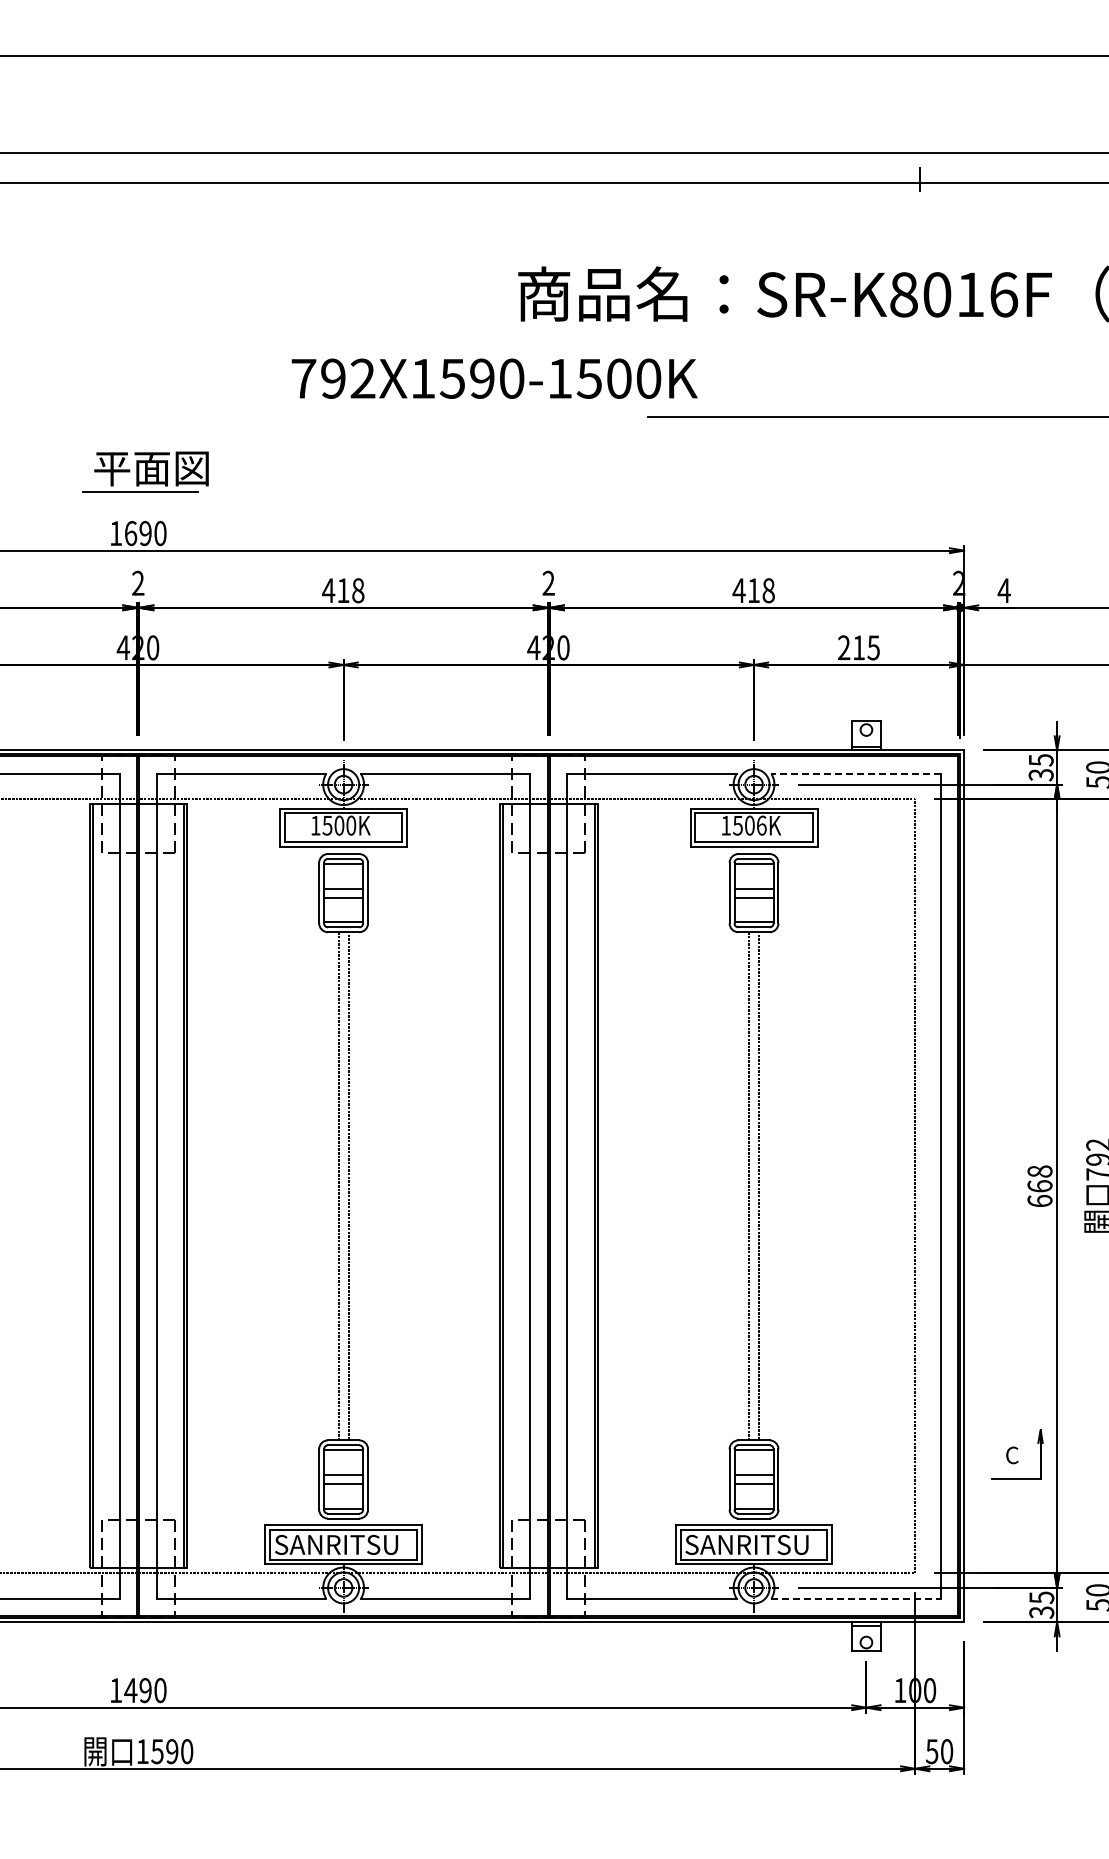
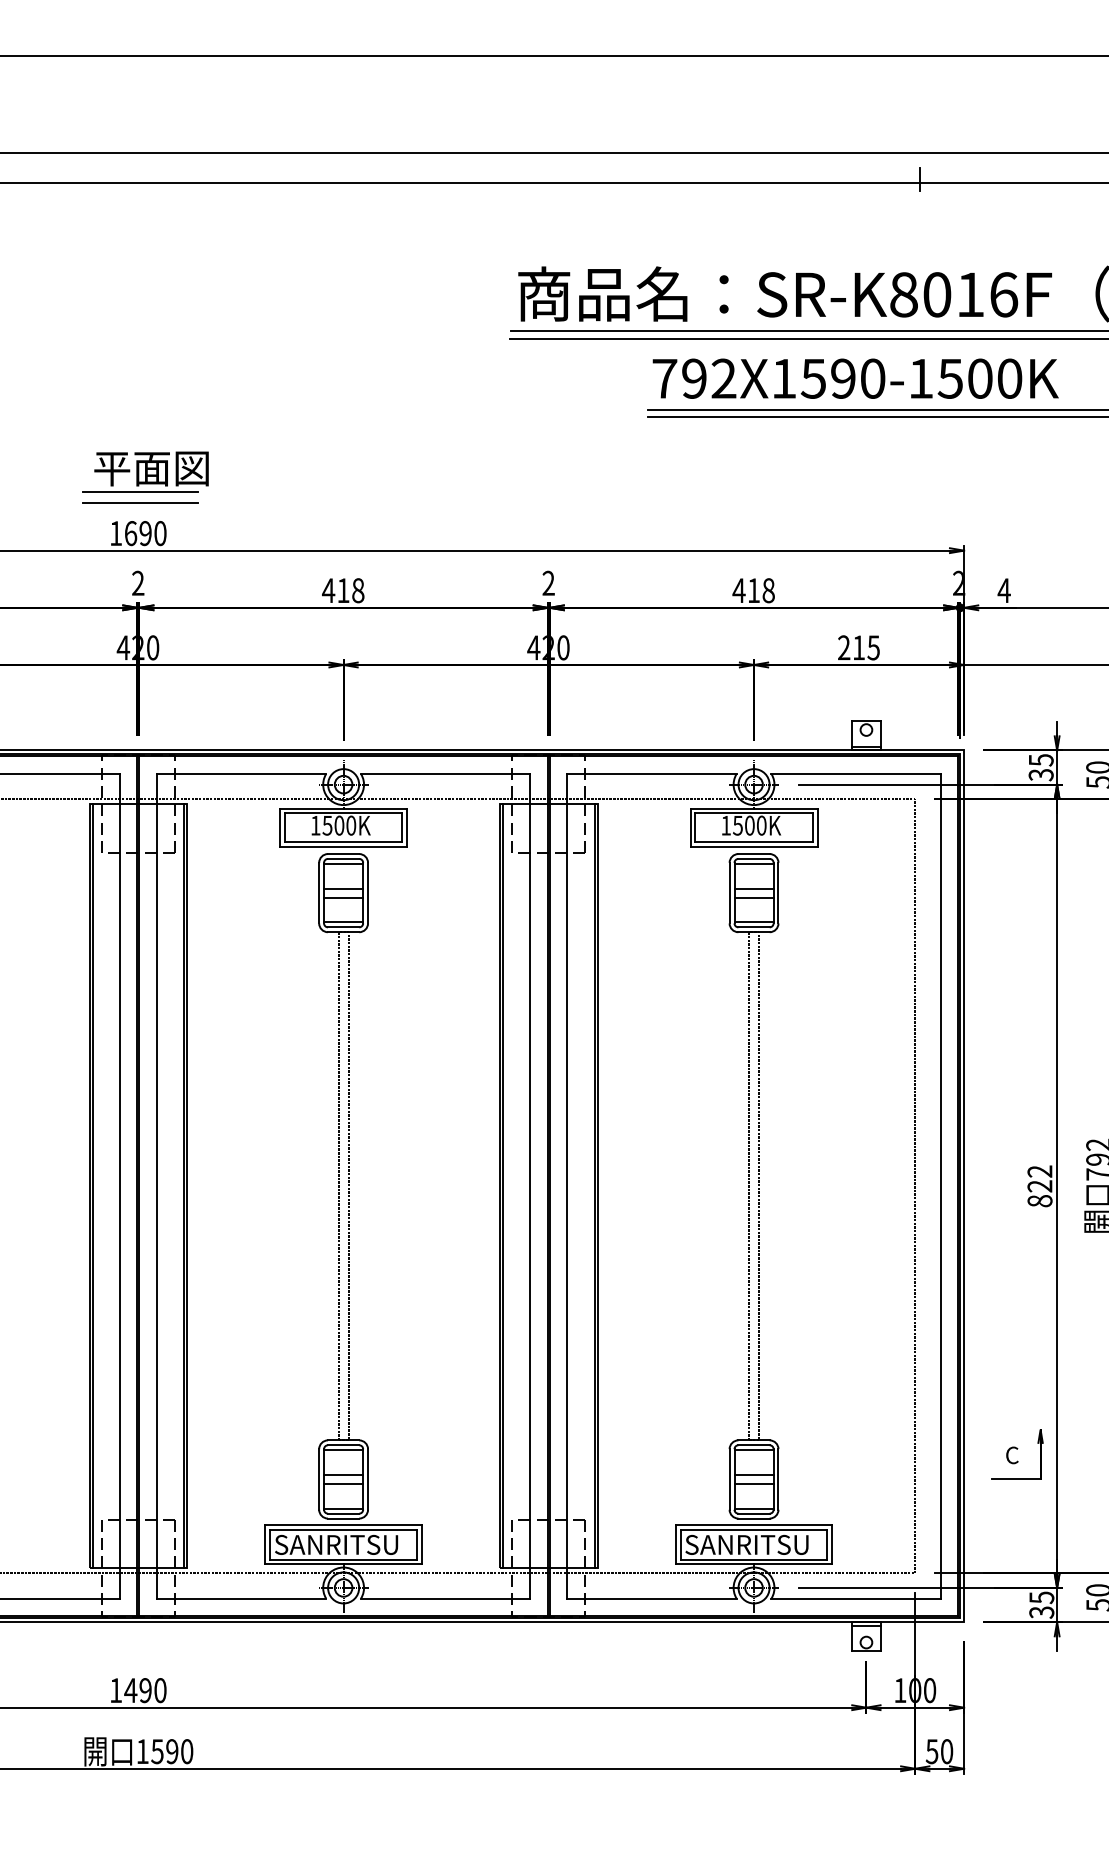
line at (807, 331): none -> present
line at (807, 338): none -> present
text at (494, 378) position: (494, 378) -> (855, 378)
line at (876, 409): none -> present
line at (140, 502): none -> present
line at (856, 773): dashed -> solid
text at (761, 825): 1506K -> 1500K
text at (1039, 1186): 668 -> 822
line at (856, 1598): dashed -> solid
